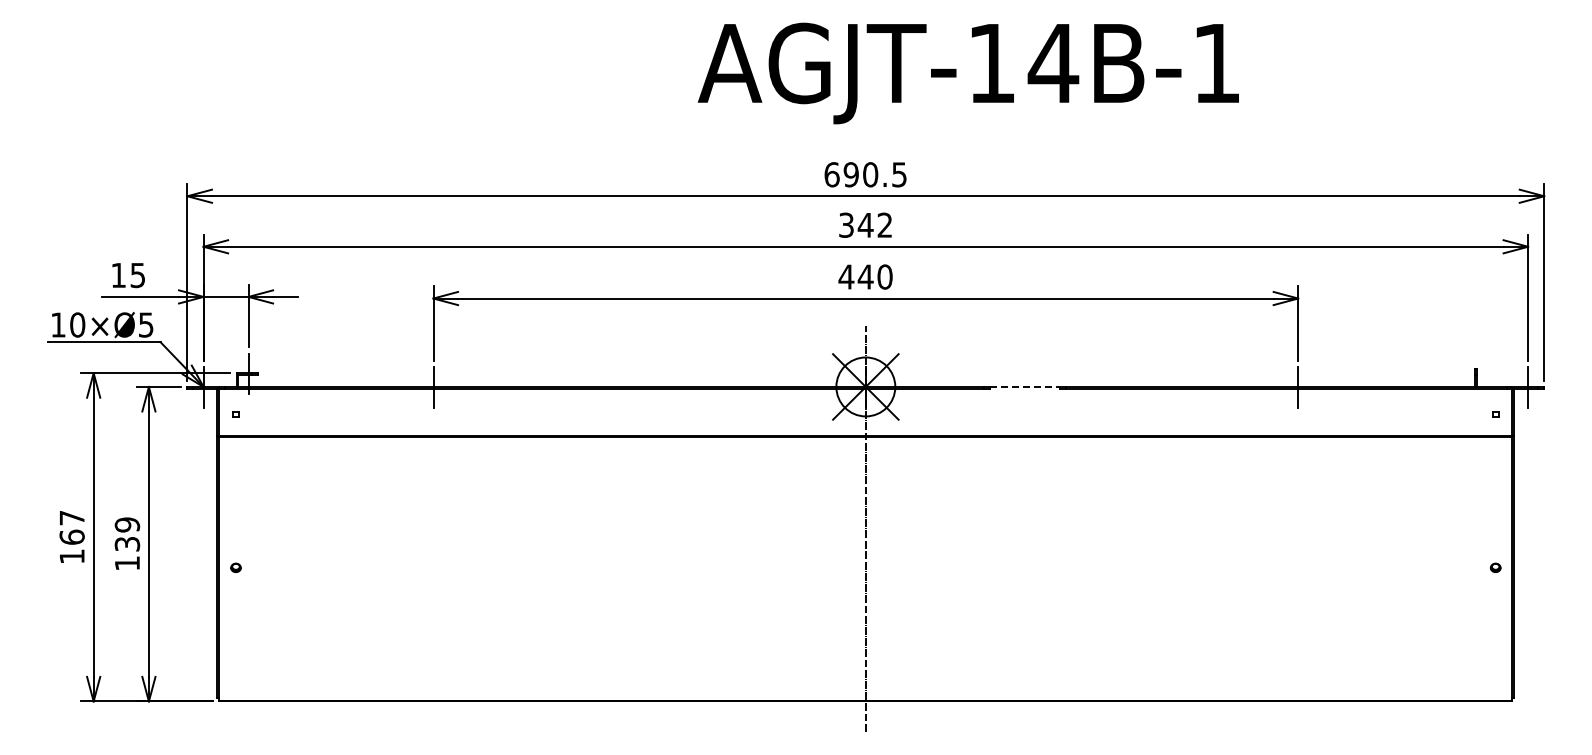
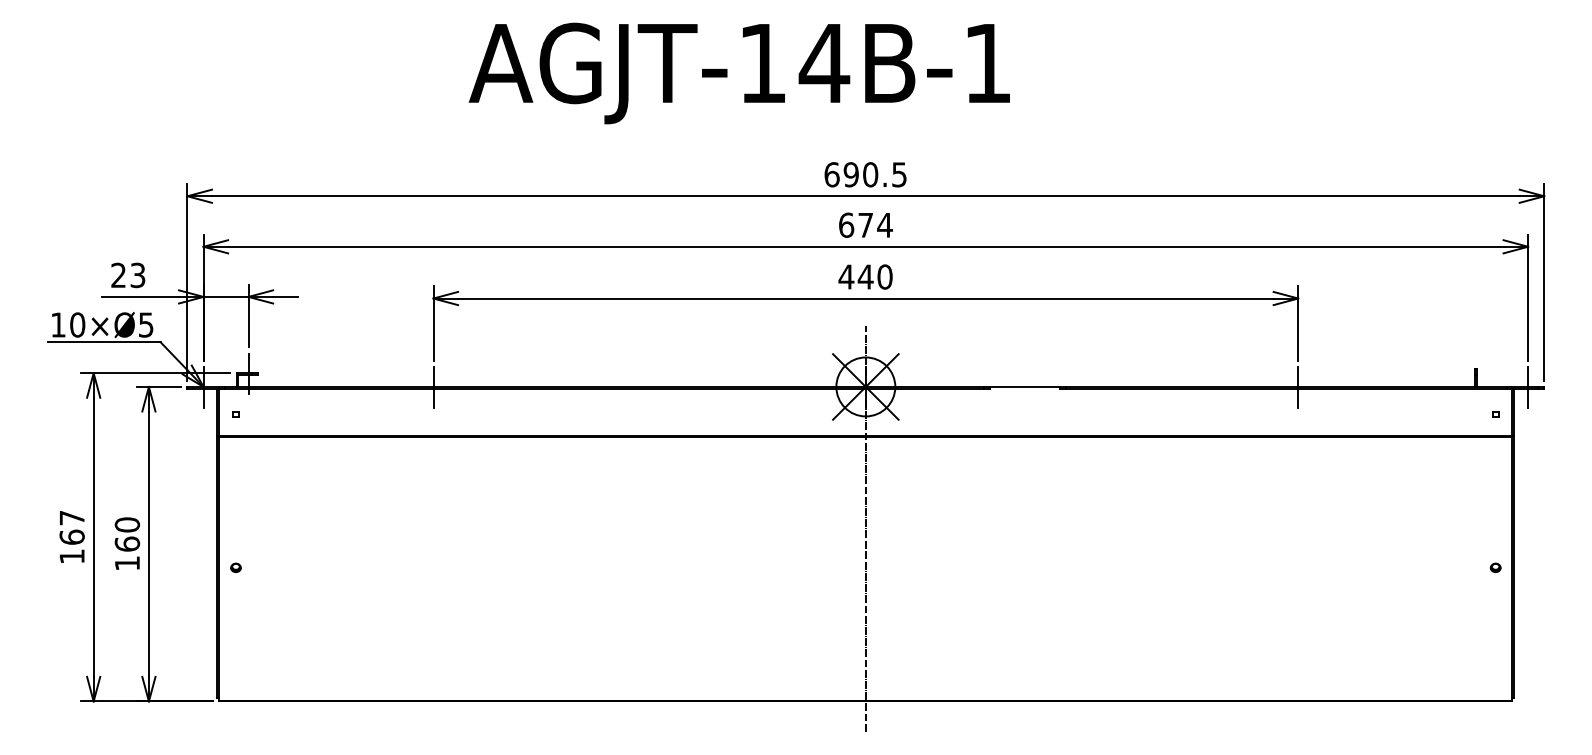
text at (967, 73) position: (967, 73) -> (738, 73)
text at (865, 224): 342 -> 674
text at (128, 274): 15 -> 23
line at (1025, 386): dashed -> solid
text at (127, 534): 139 -> 160
